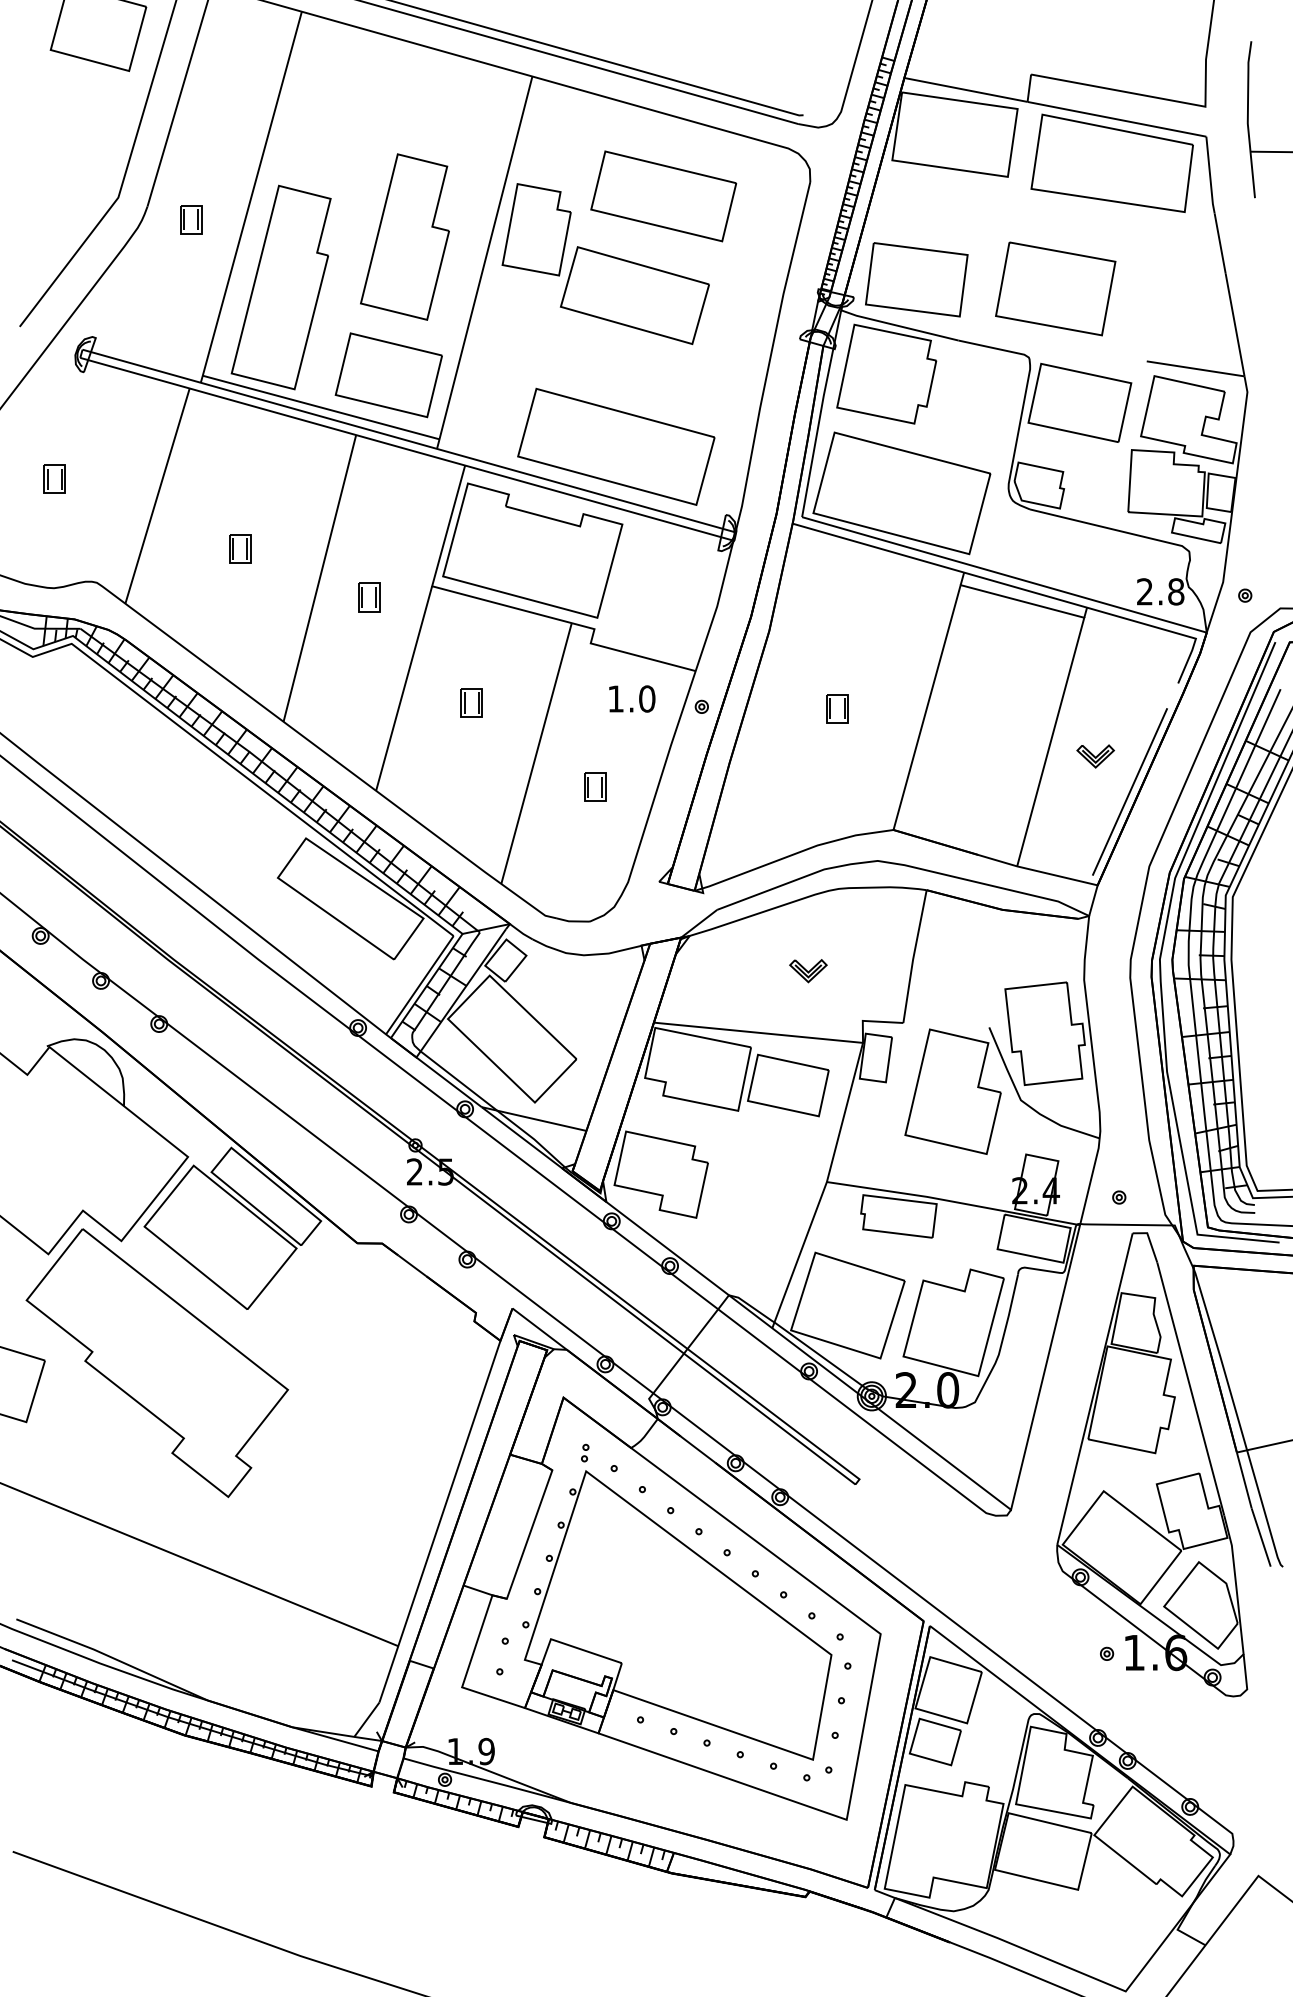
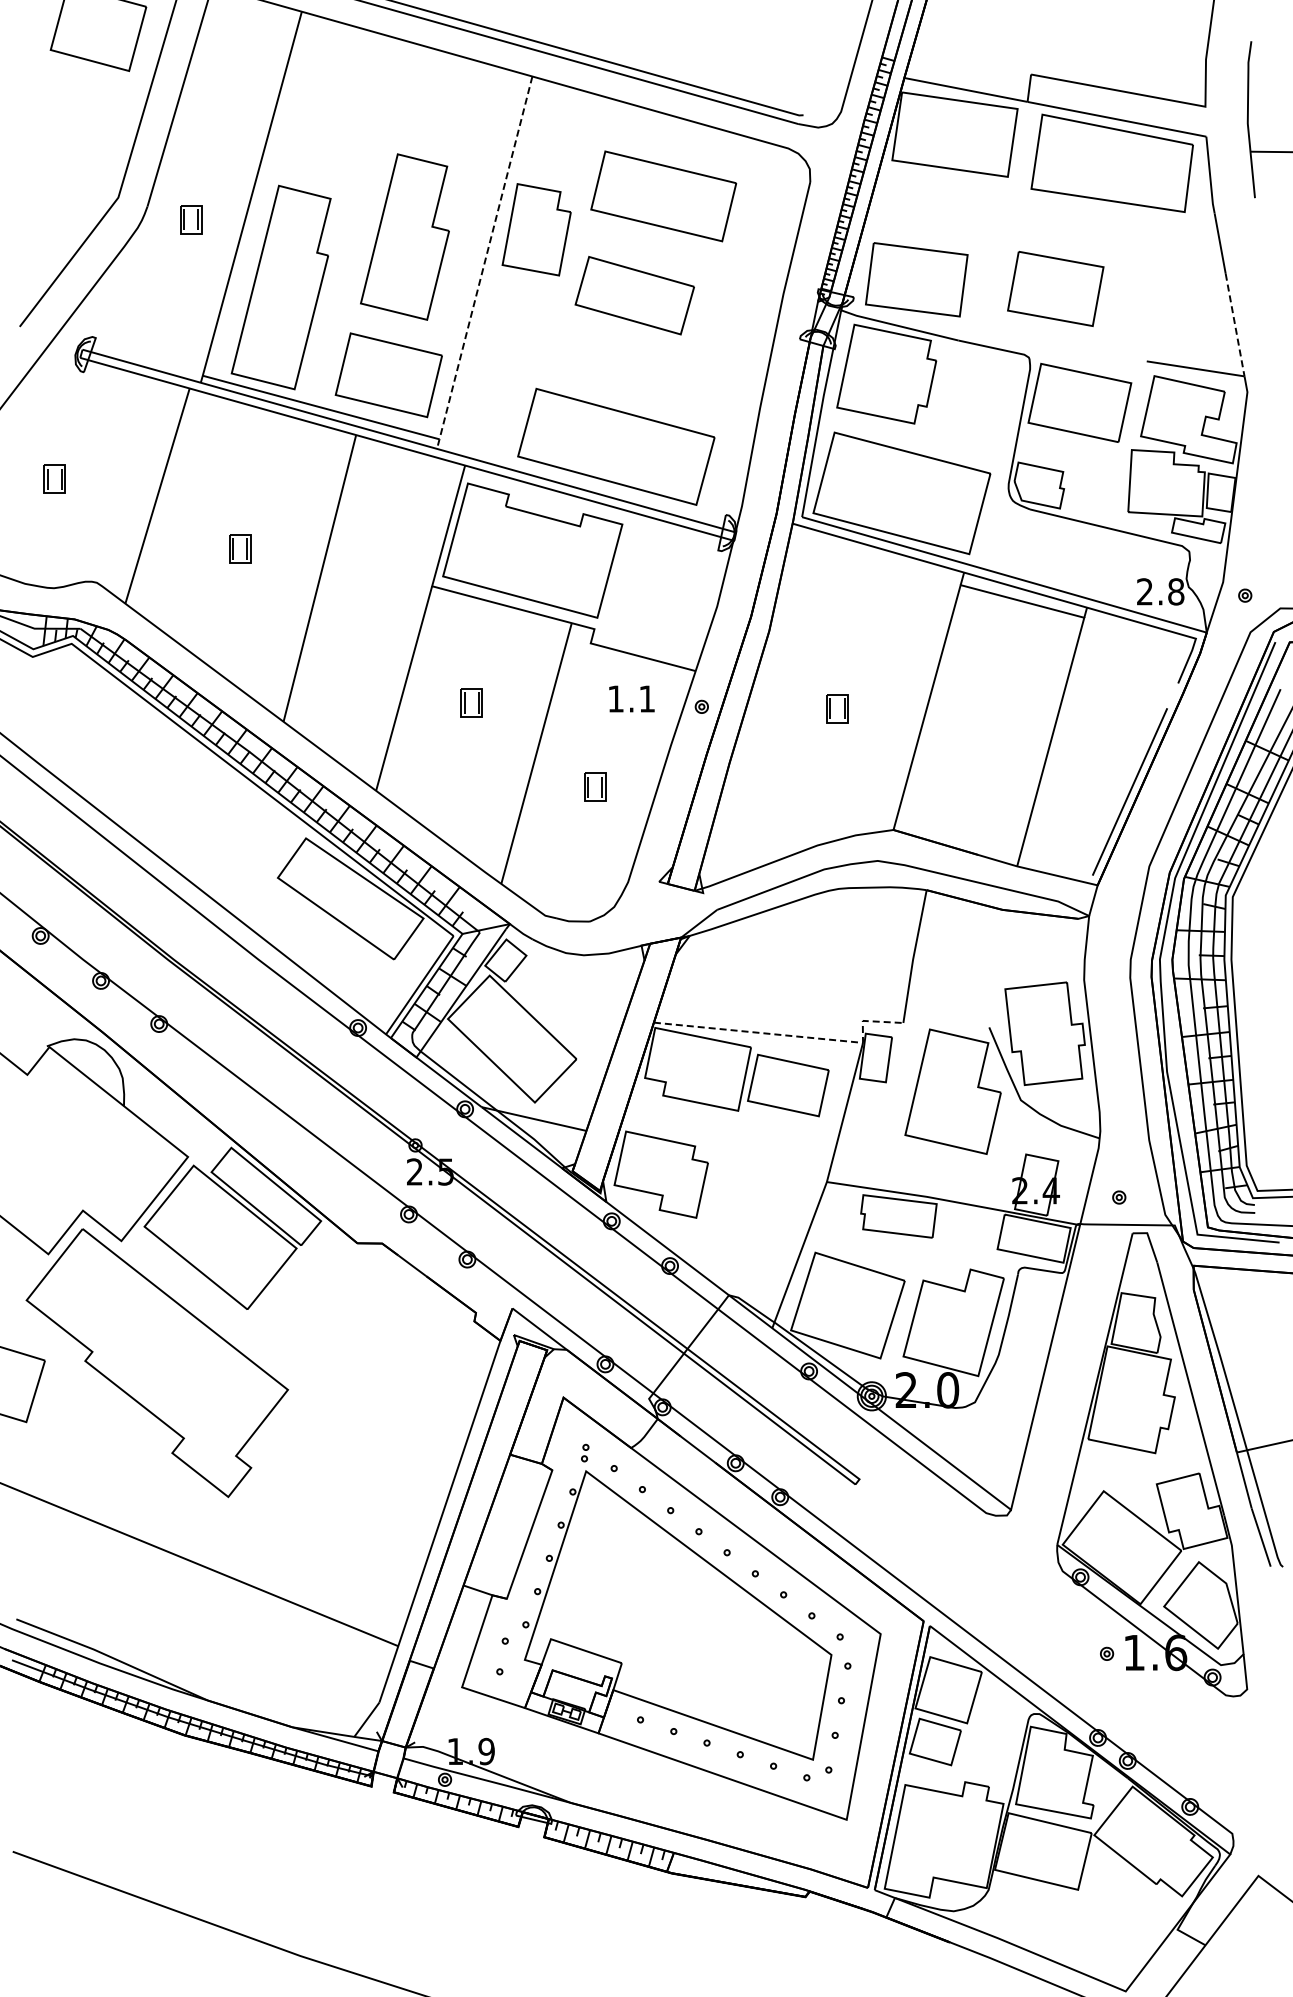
line at (484, 263): solid -> dashed
part at (1055, 288) size: 122x96 px -> 98x76 px
part at (634, 295) size: 151x100 px -> 121x80 px
line at (1235, 325): solid -> dashed
part at (369, 597): present -> none
text at (647, 698): 1.0 -> 1.1
part at (1095, 756): present -> none
part at (808, 971): present -> none
line at (791, 1036): solid -> dashed
